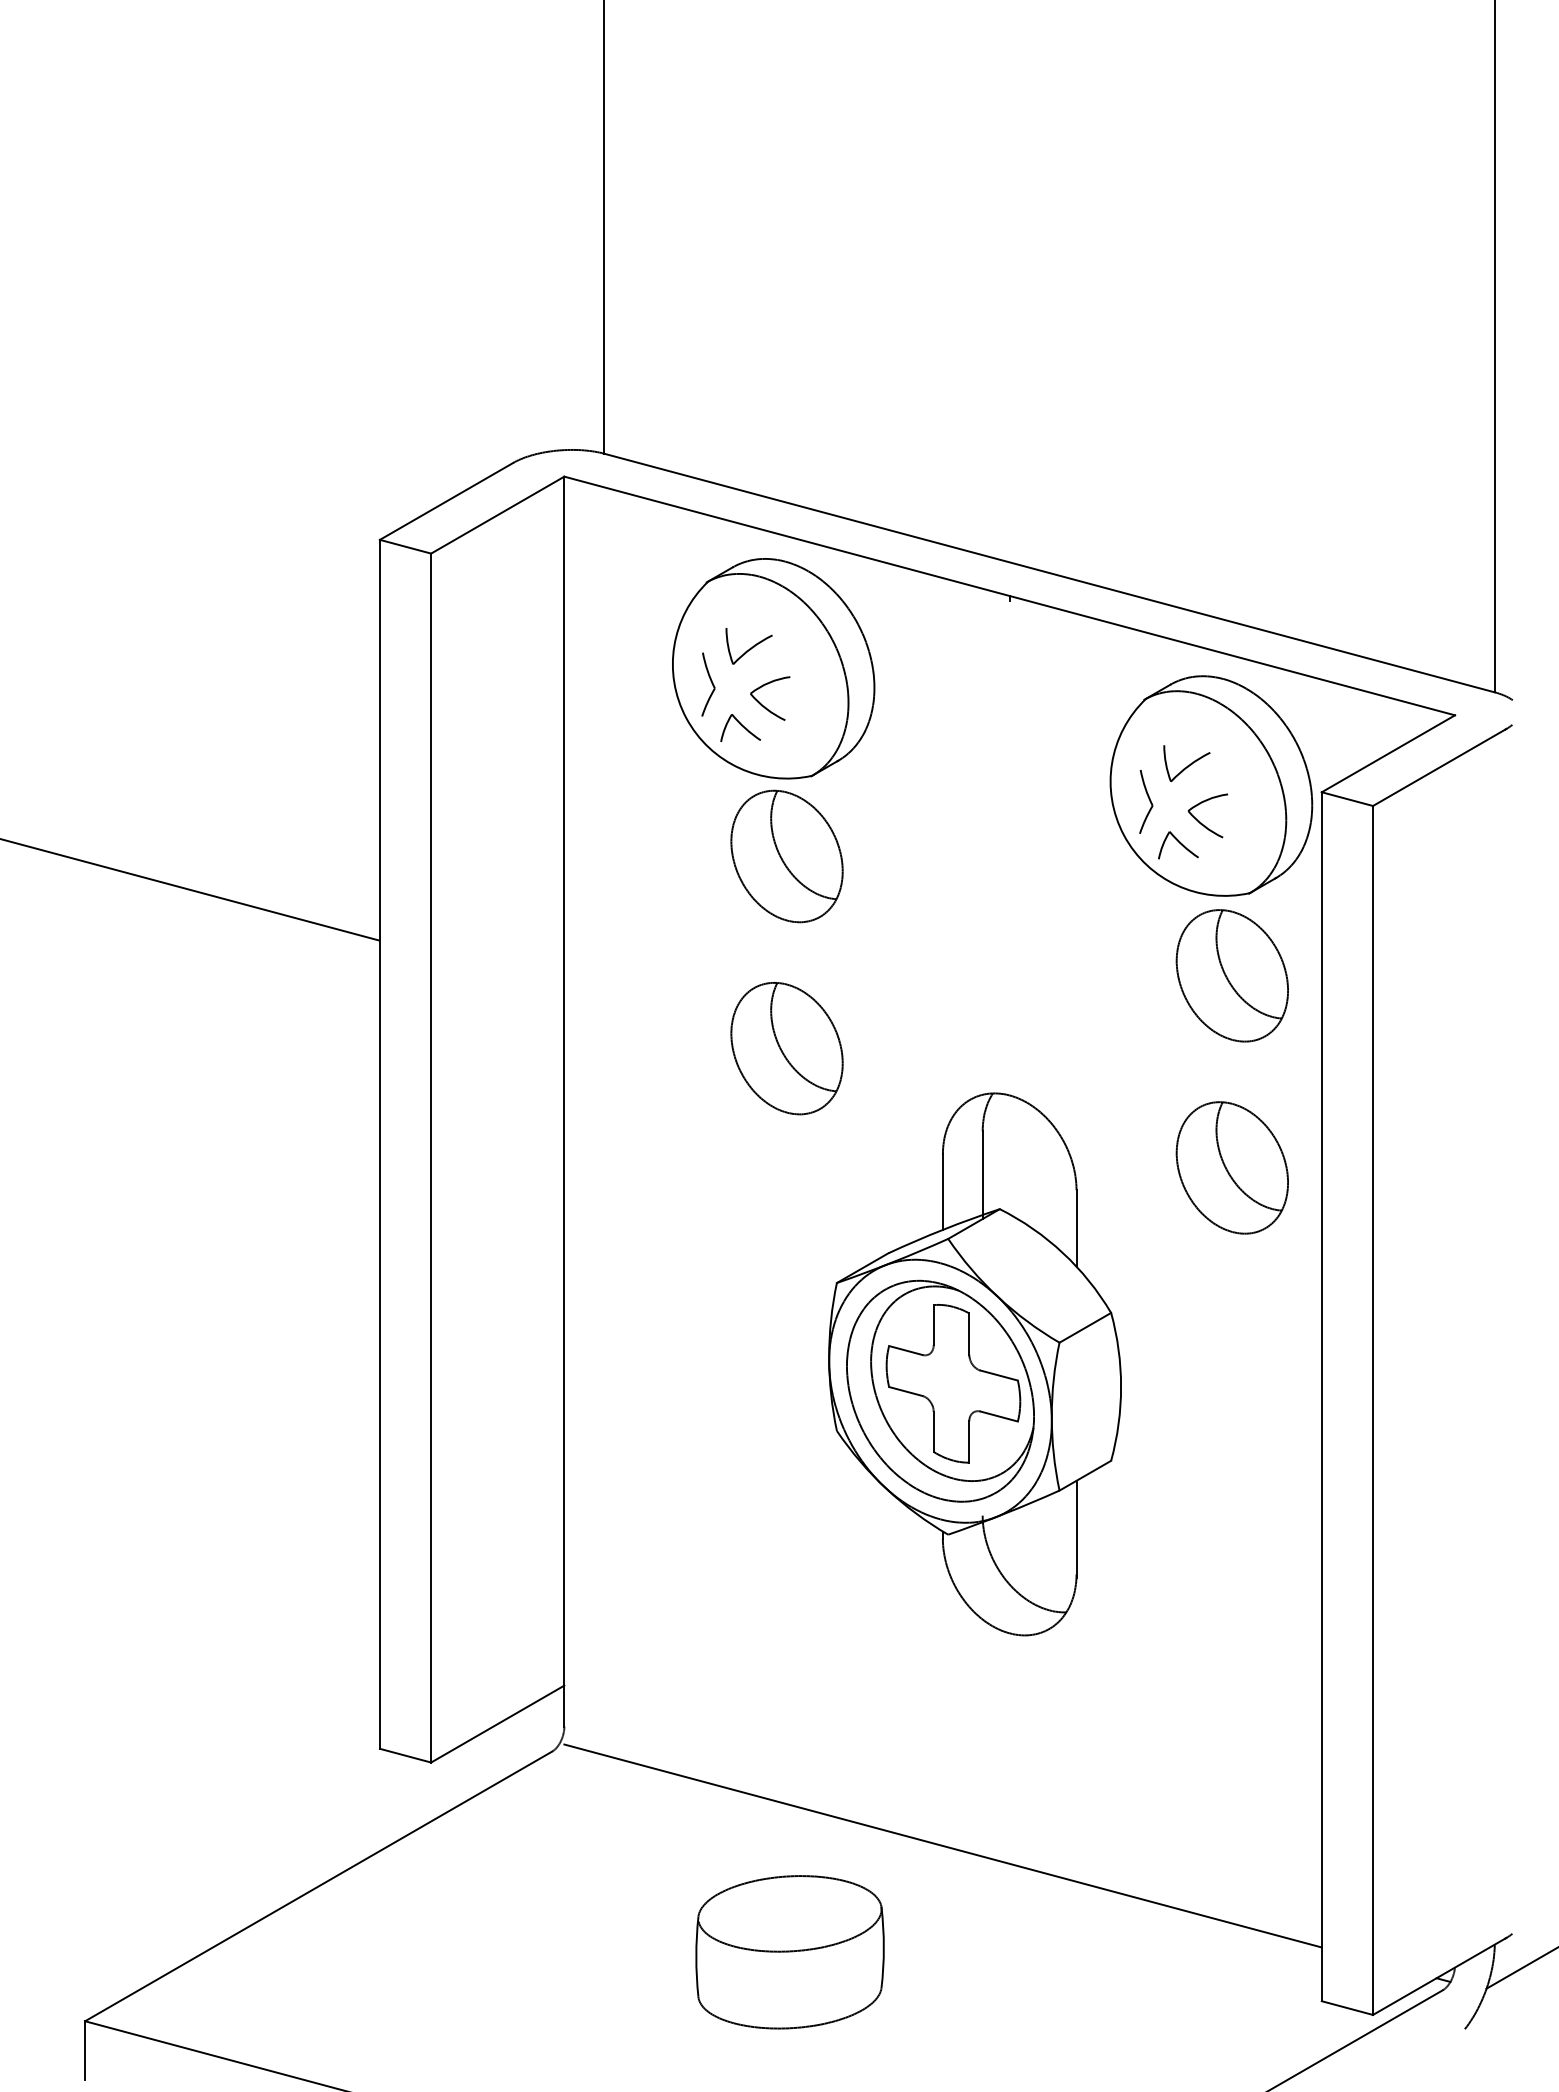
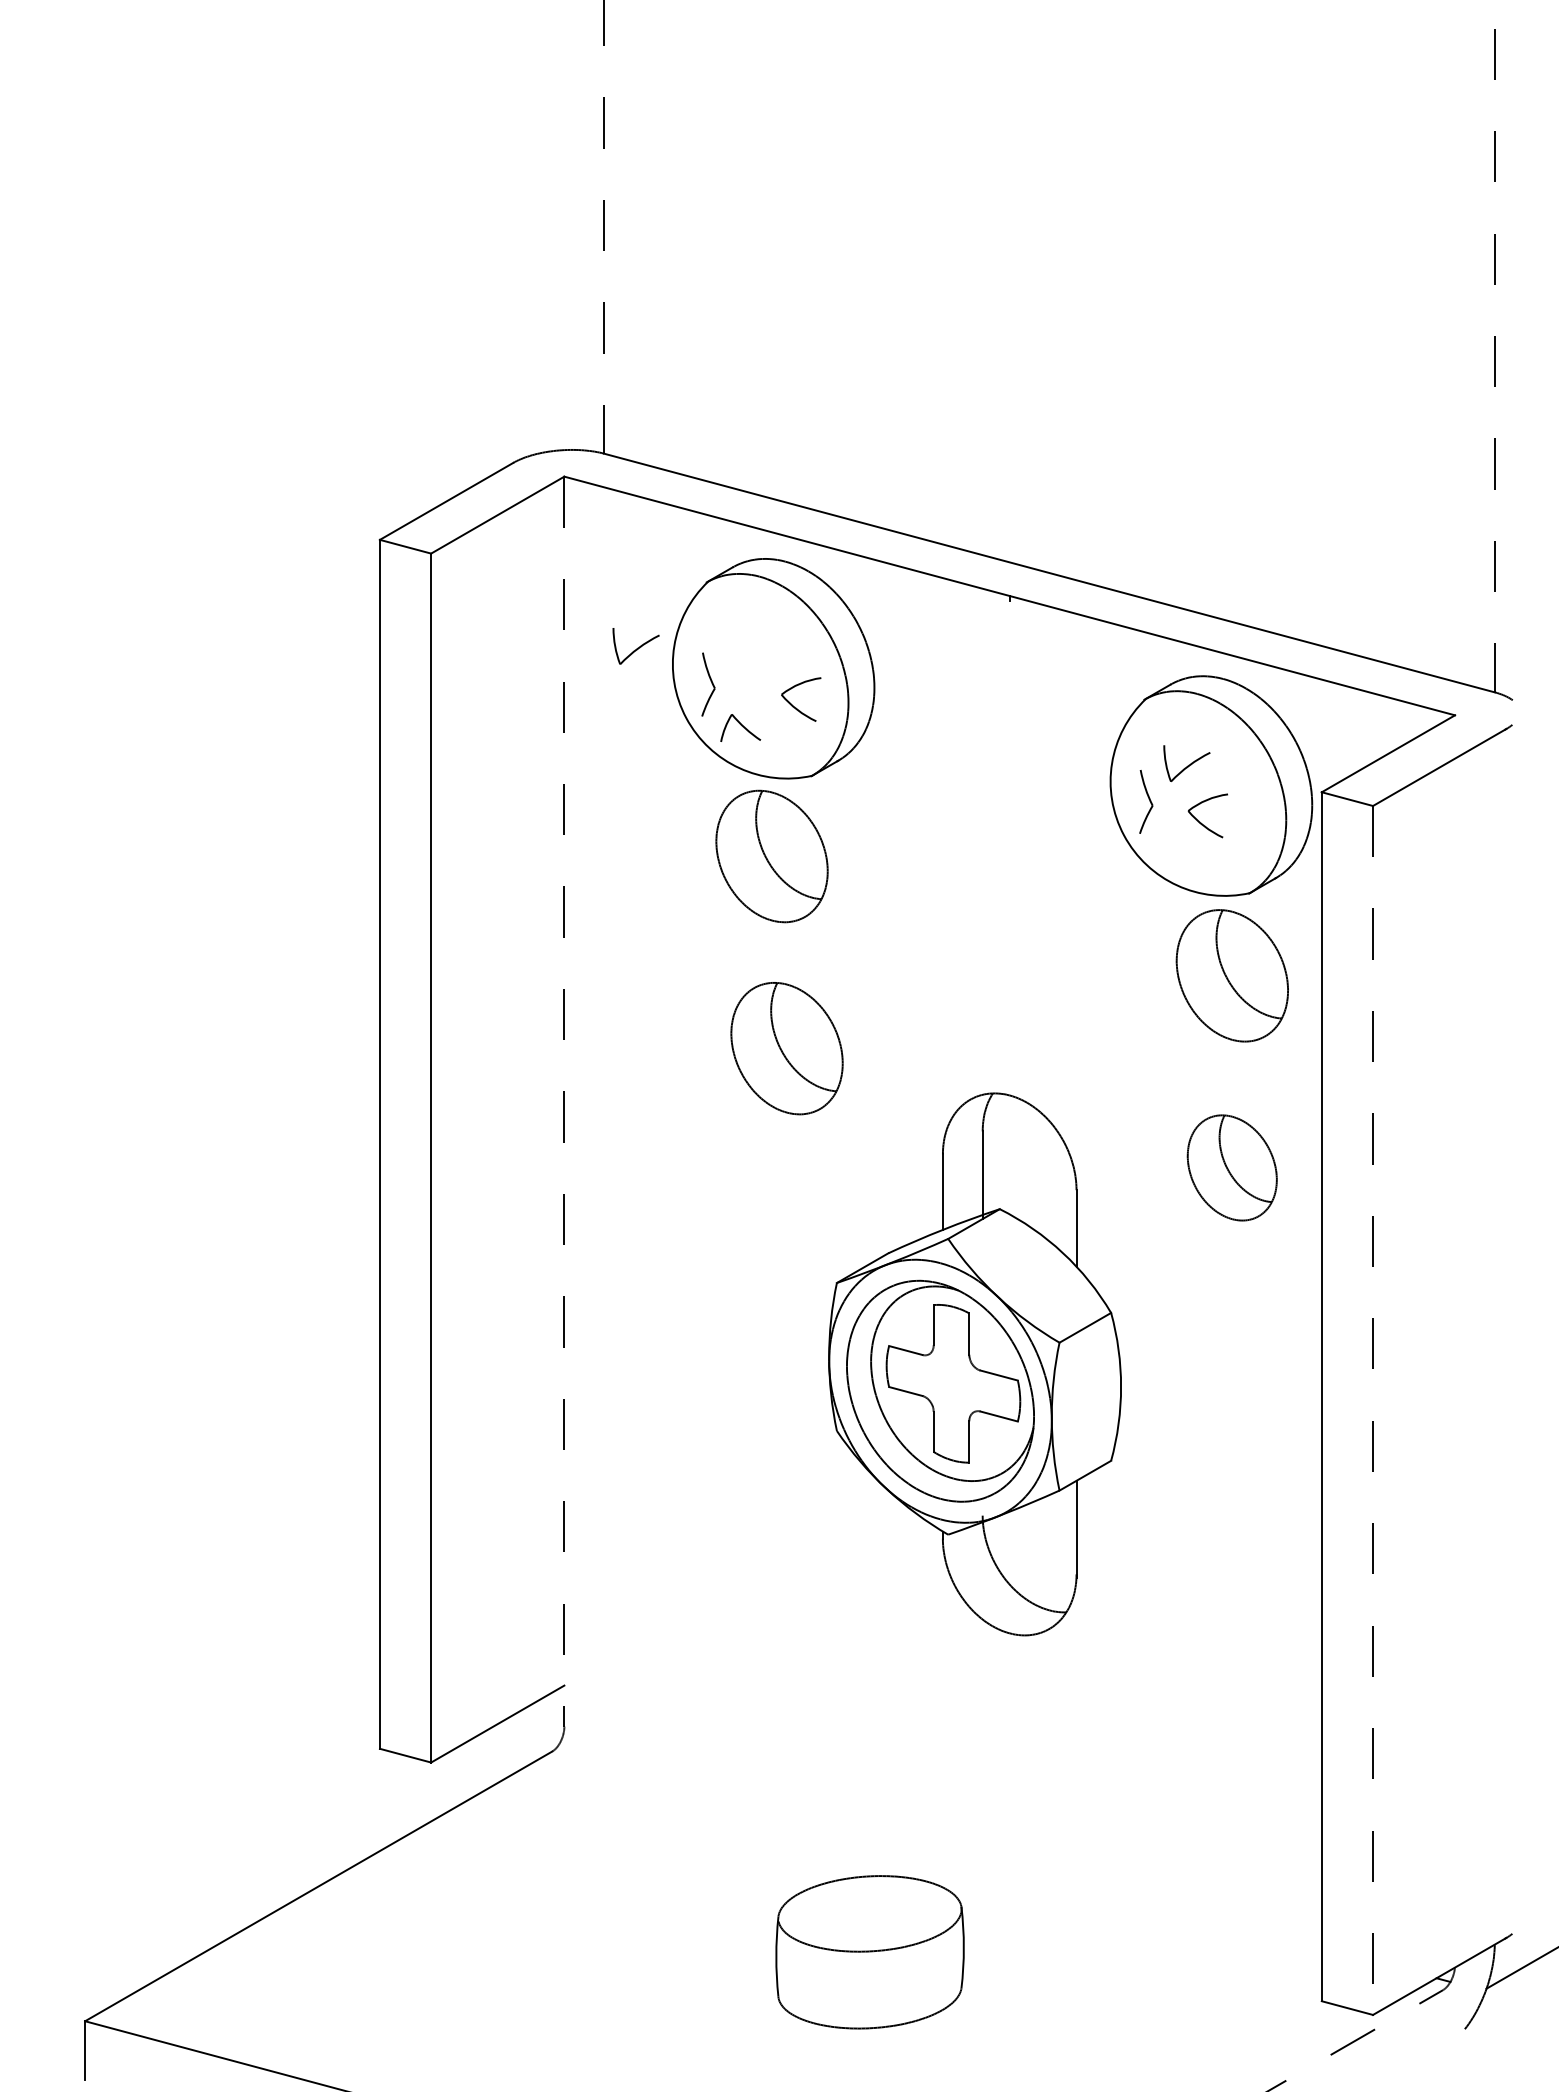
line at (604, 227): solid -> dashed
line at (1494, 346): solid -> dashed
part at (748, 646) position: (748, 646) -> (635, 646)
part at (765, 706) position: (765, 706) -> (796, 707)
part at (1178, 845): present -> none
part at (786, 856) position: (786, 856) -> (771, 856)
line at (190, 889): present -> none
line at (564, 1101): solid -> dashed
part at (1231, 1167) size: 114x134 px -> 92x108 px
line at (1373, 1410): solid -> dashed
line at (942, 1845): present -> none
part at (789, 1952) position: (789, 1952) -> (869, 1952)
line at (1355, 2040): solid -> dashed
